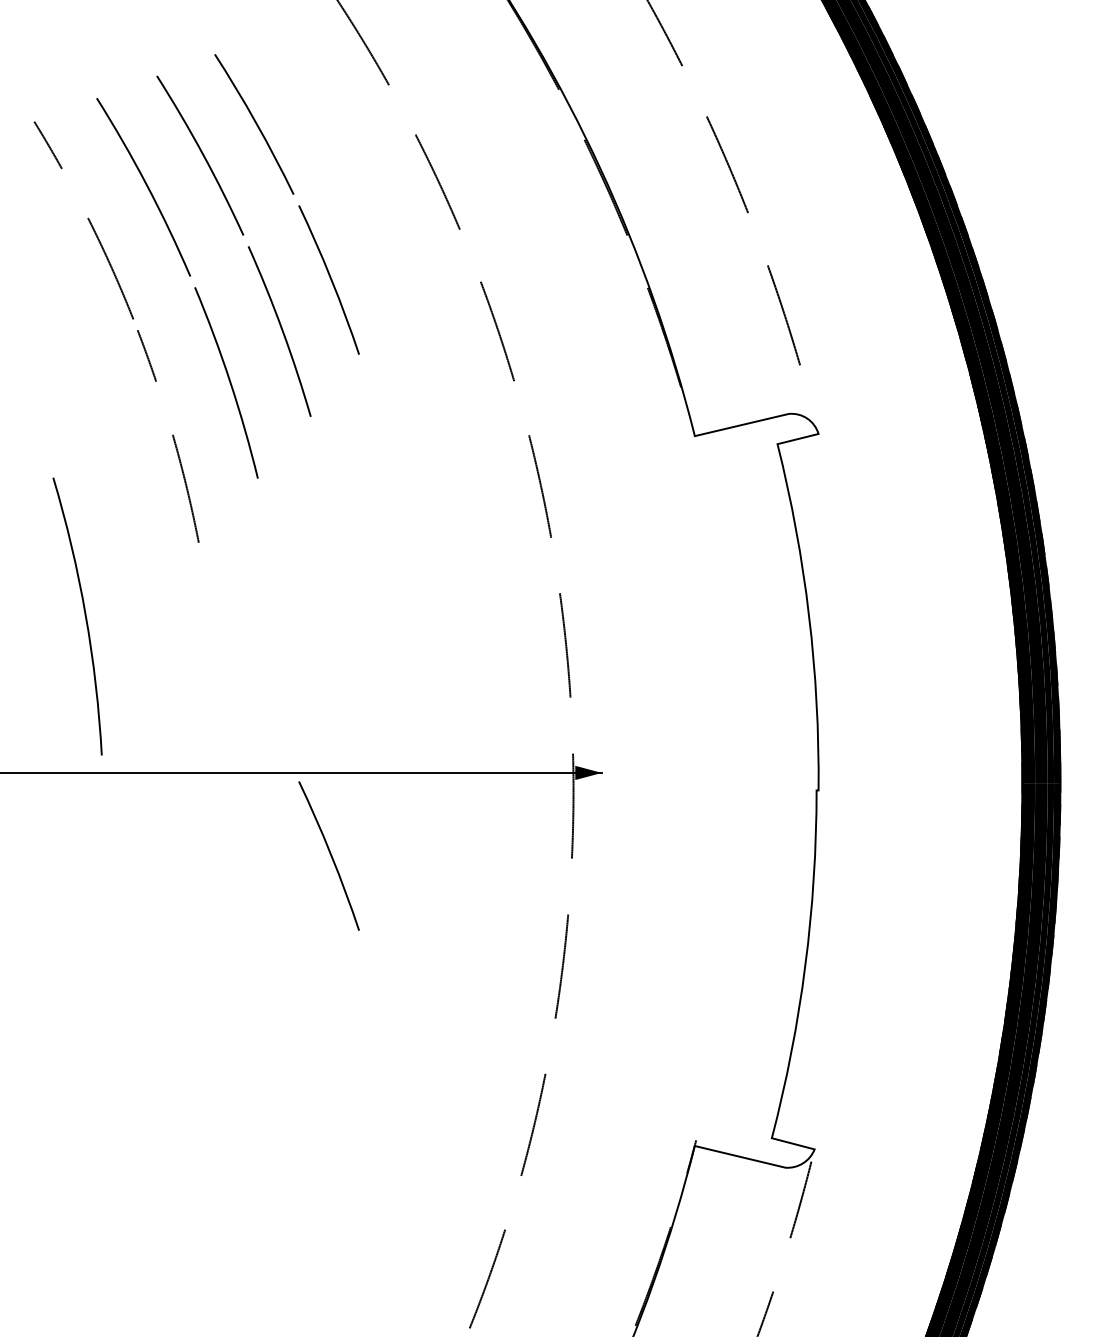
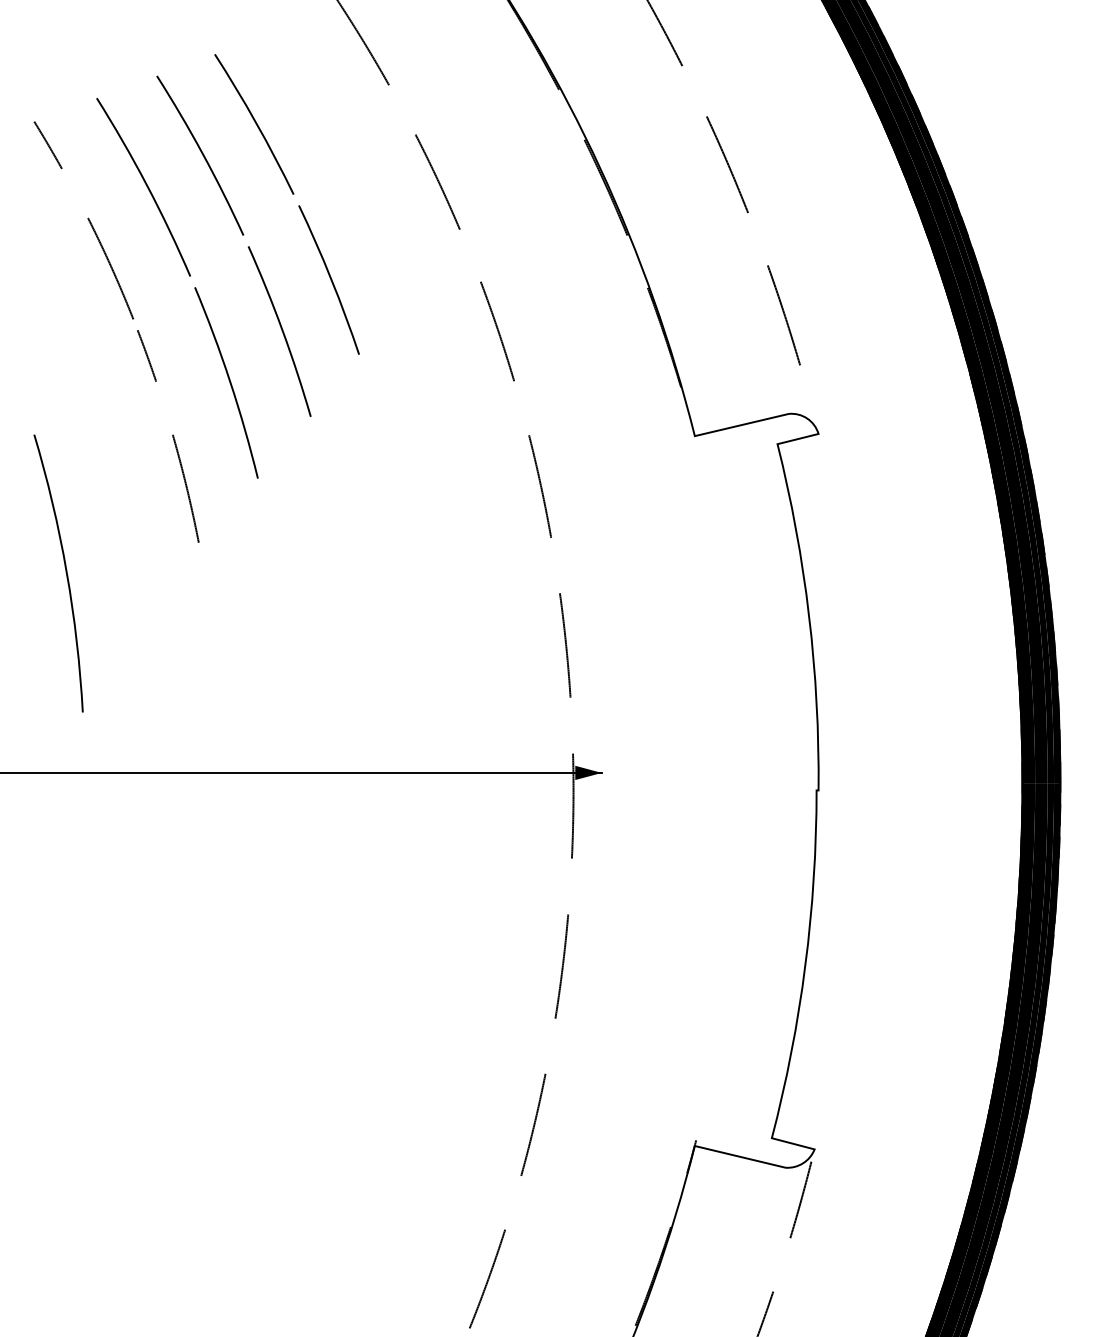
arc at (84, 615) position: (84, 615) -> (65, 572)
arc at (329, 854): present -> none
